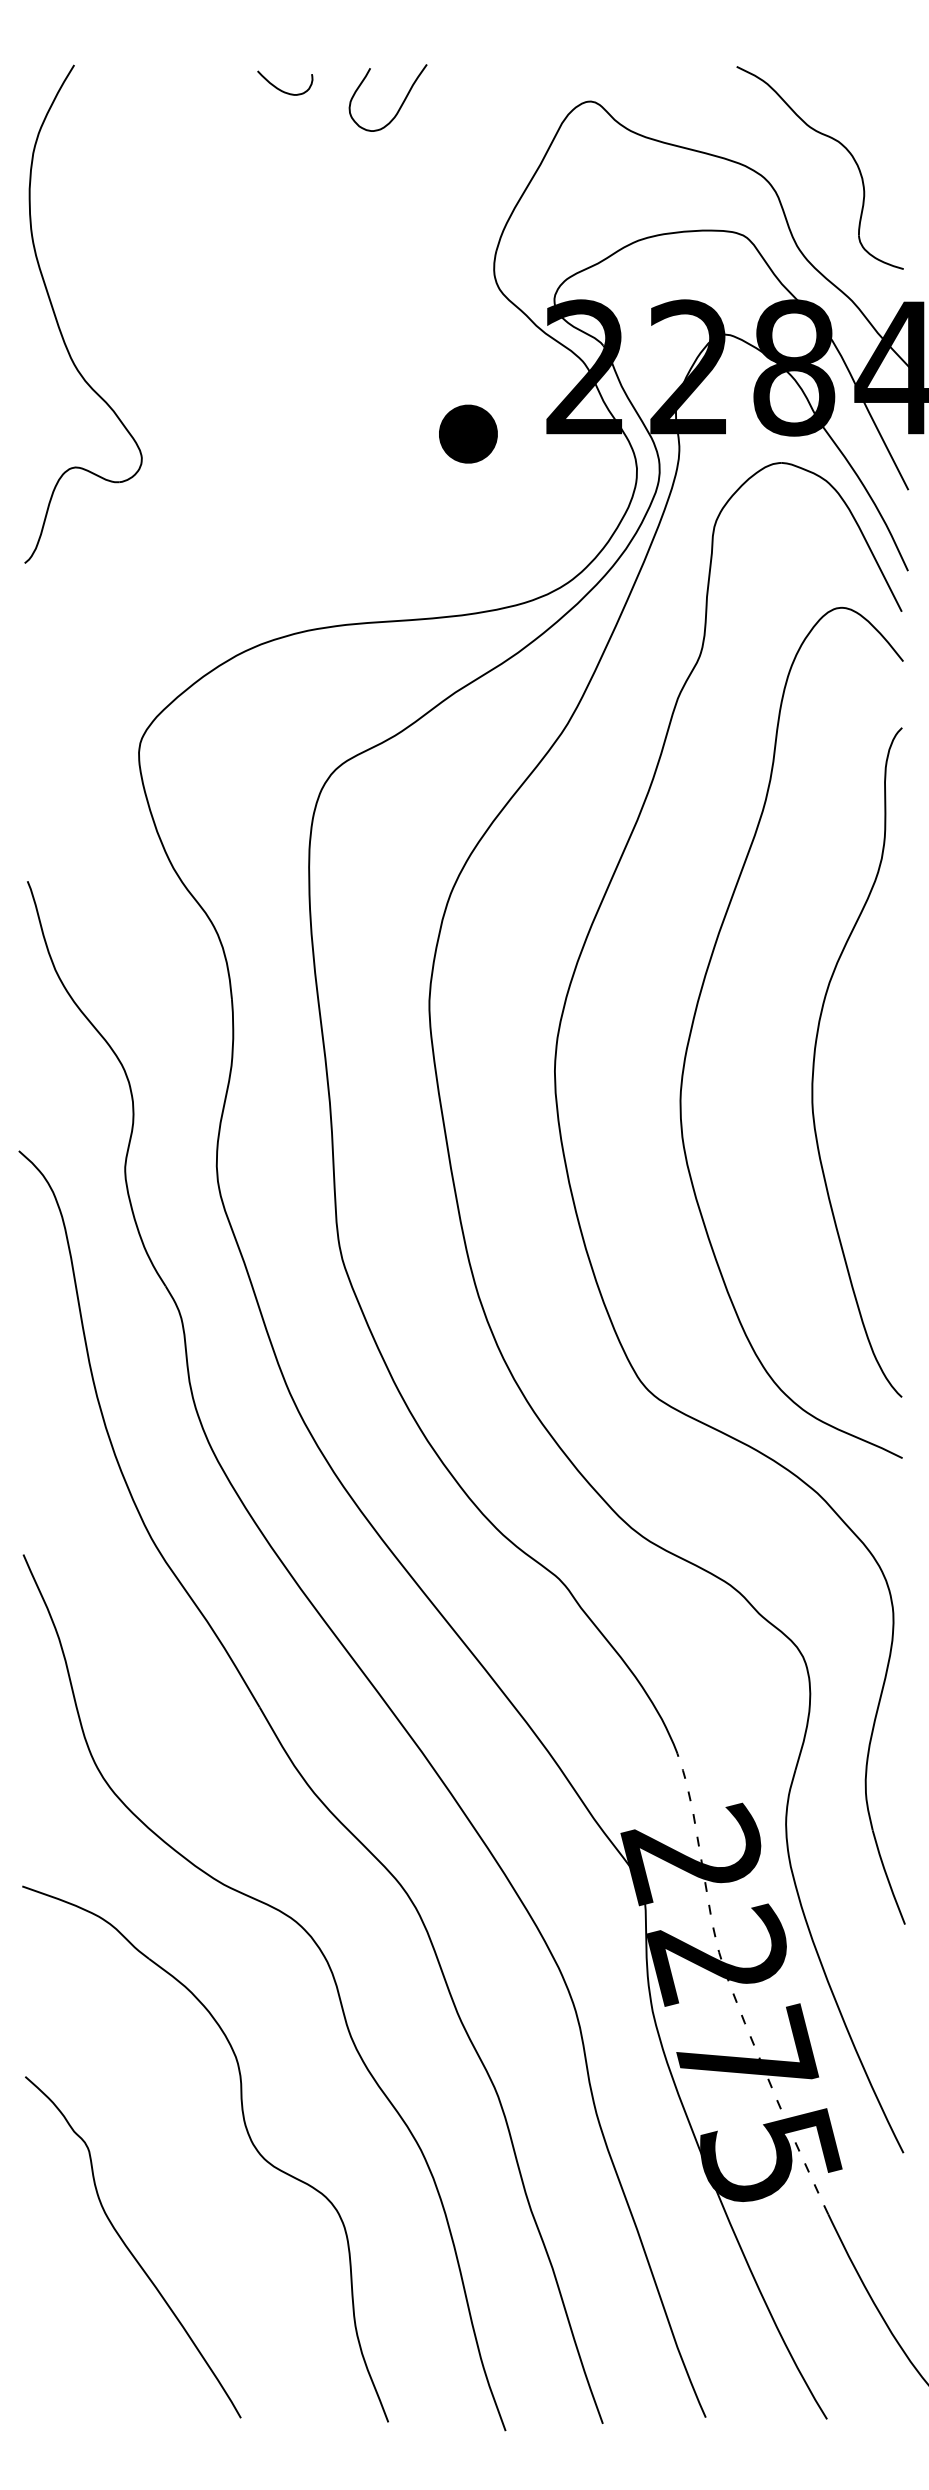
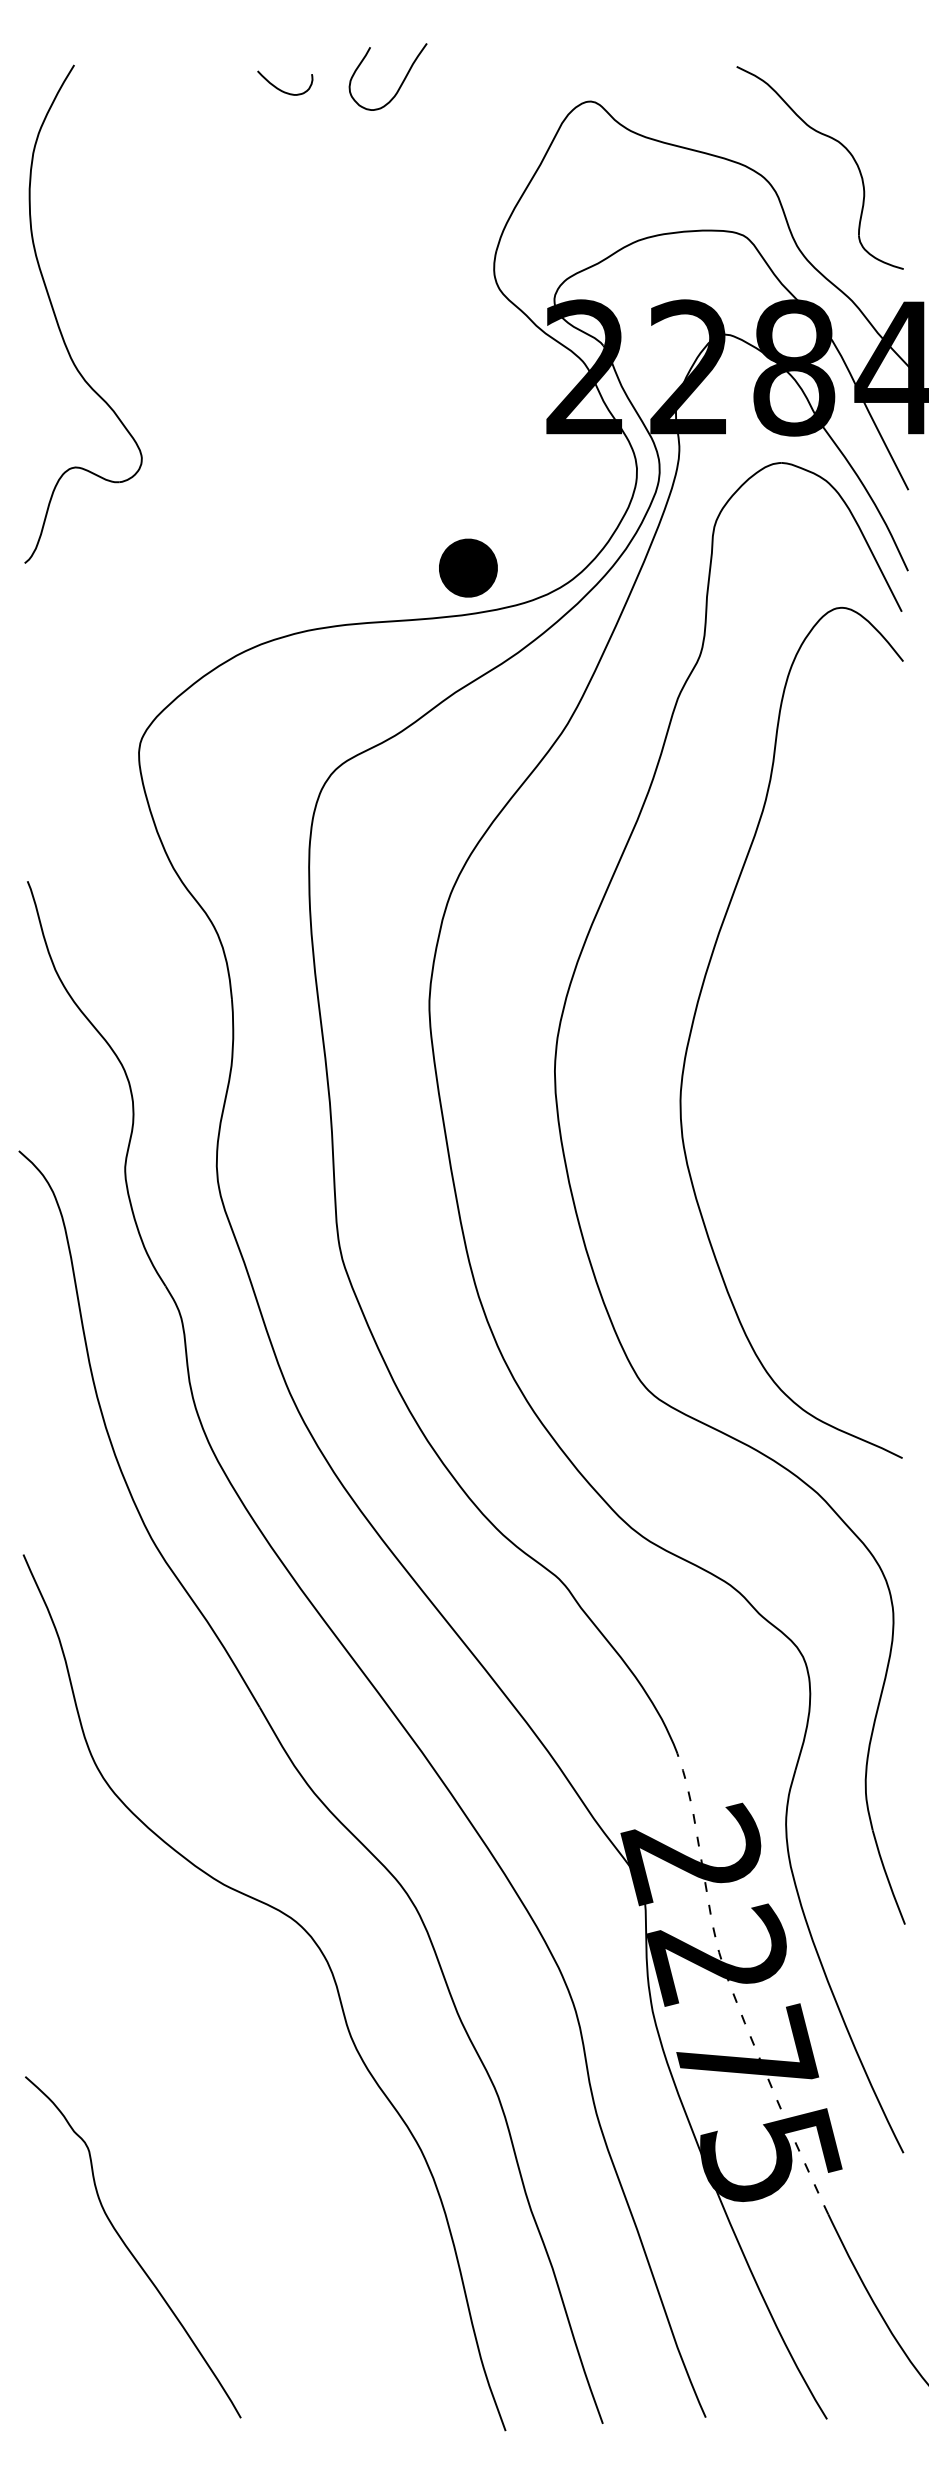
curve at (401, 103) position: (401, 103) -> (401, 82)
part at (468, 433) position: (468, 433) -> (468, 567)
curve at (815, 1057): present -> none
part at (247, 2134): present -> none
